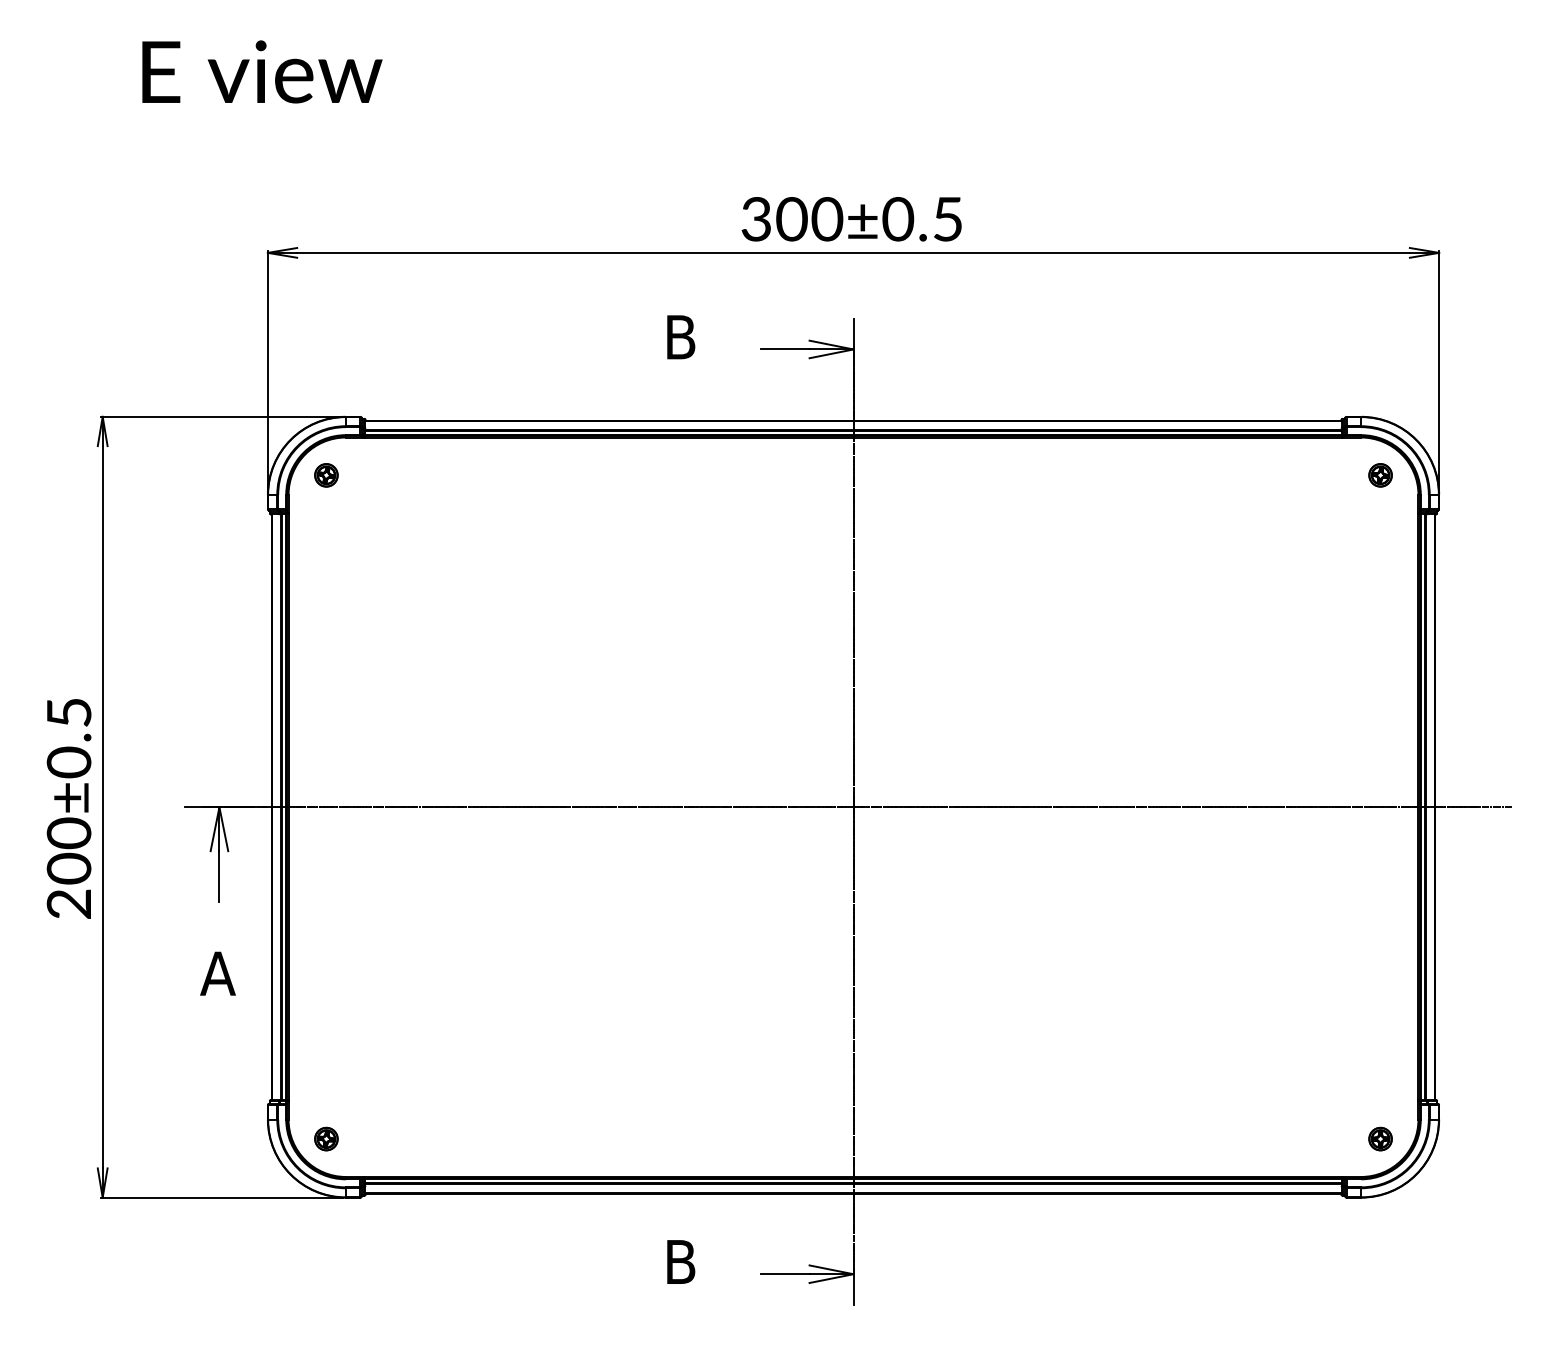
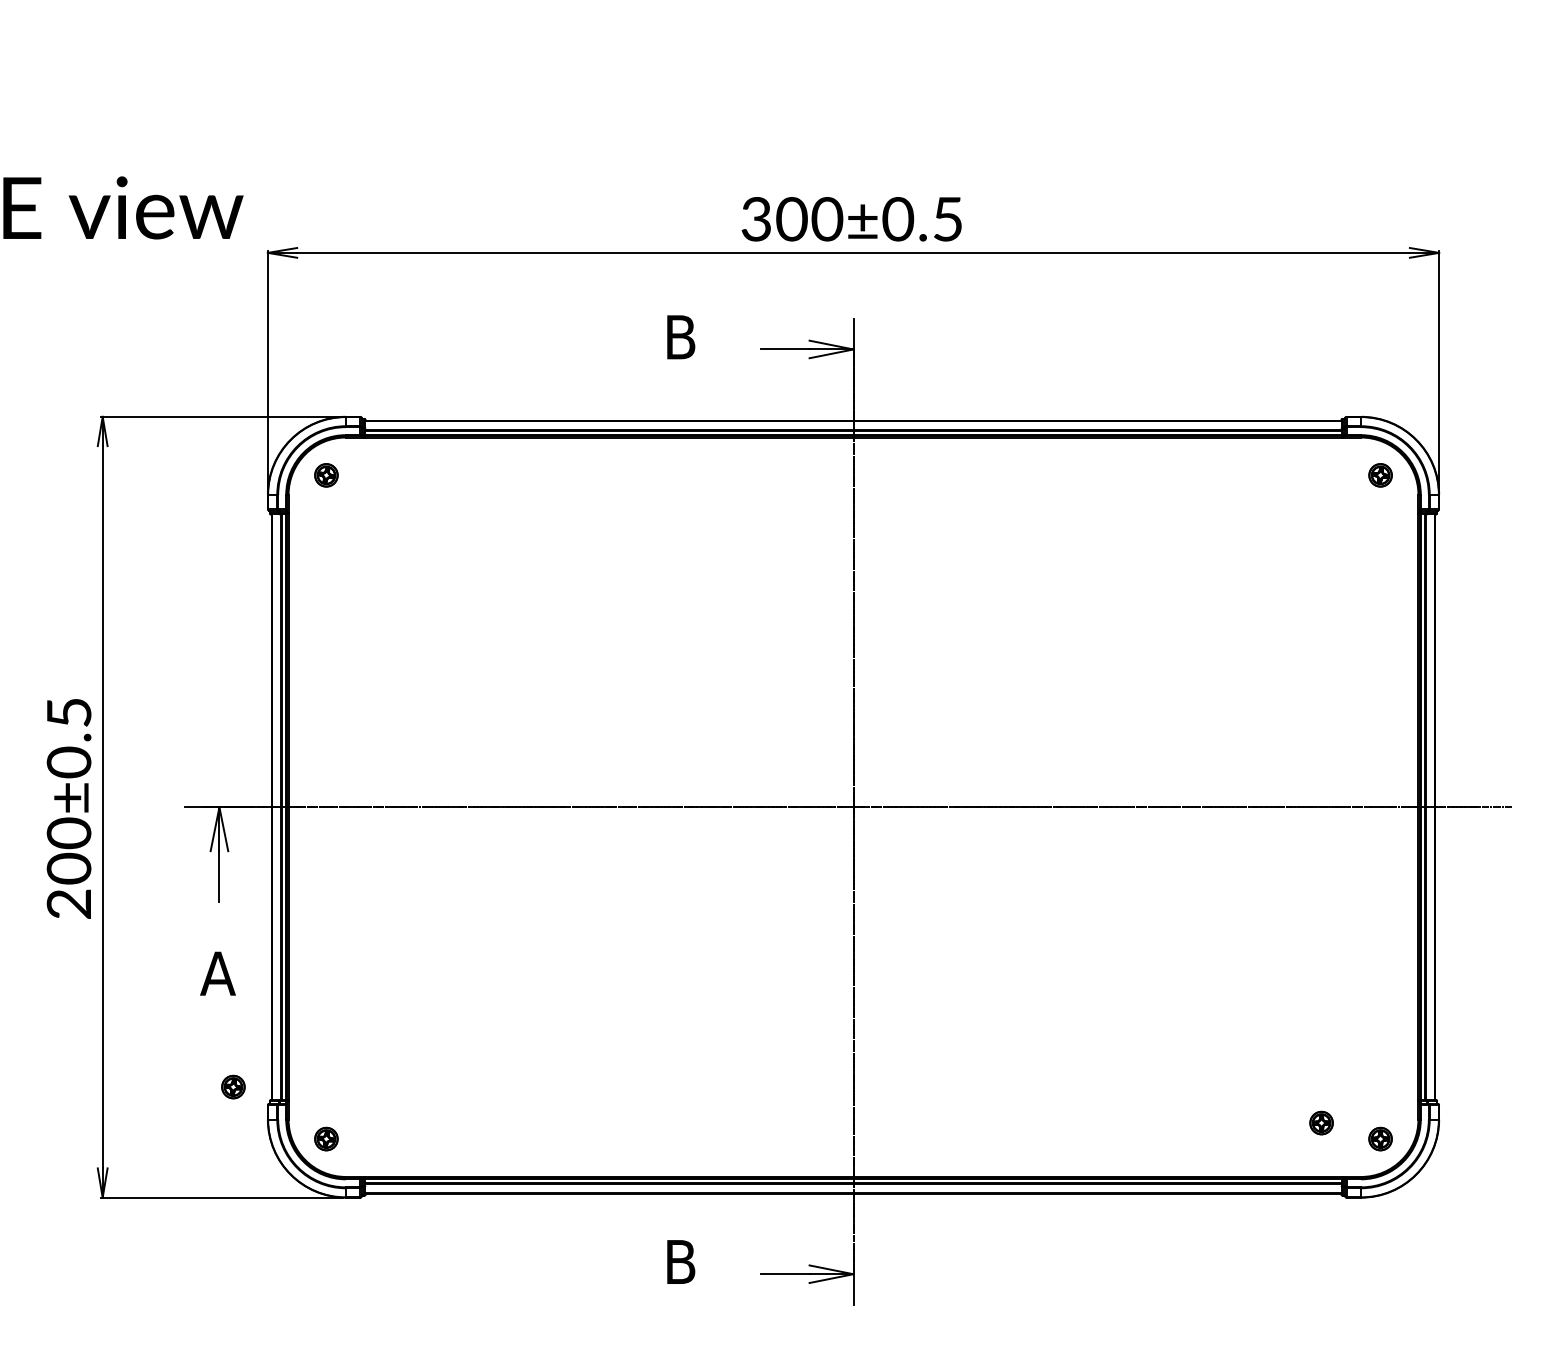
text at (262, 71) position: (262, 71) -> (123, 207)
part at (233, 1086): none -> present
part at (1321, 1122): none -> present
